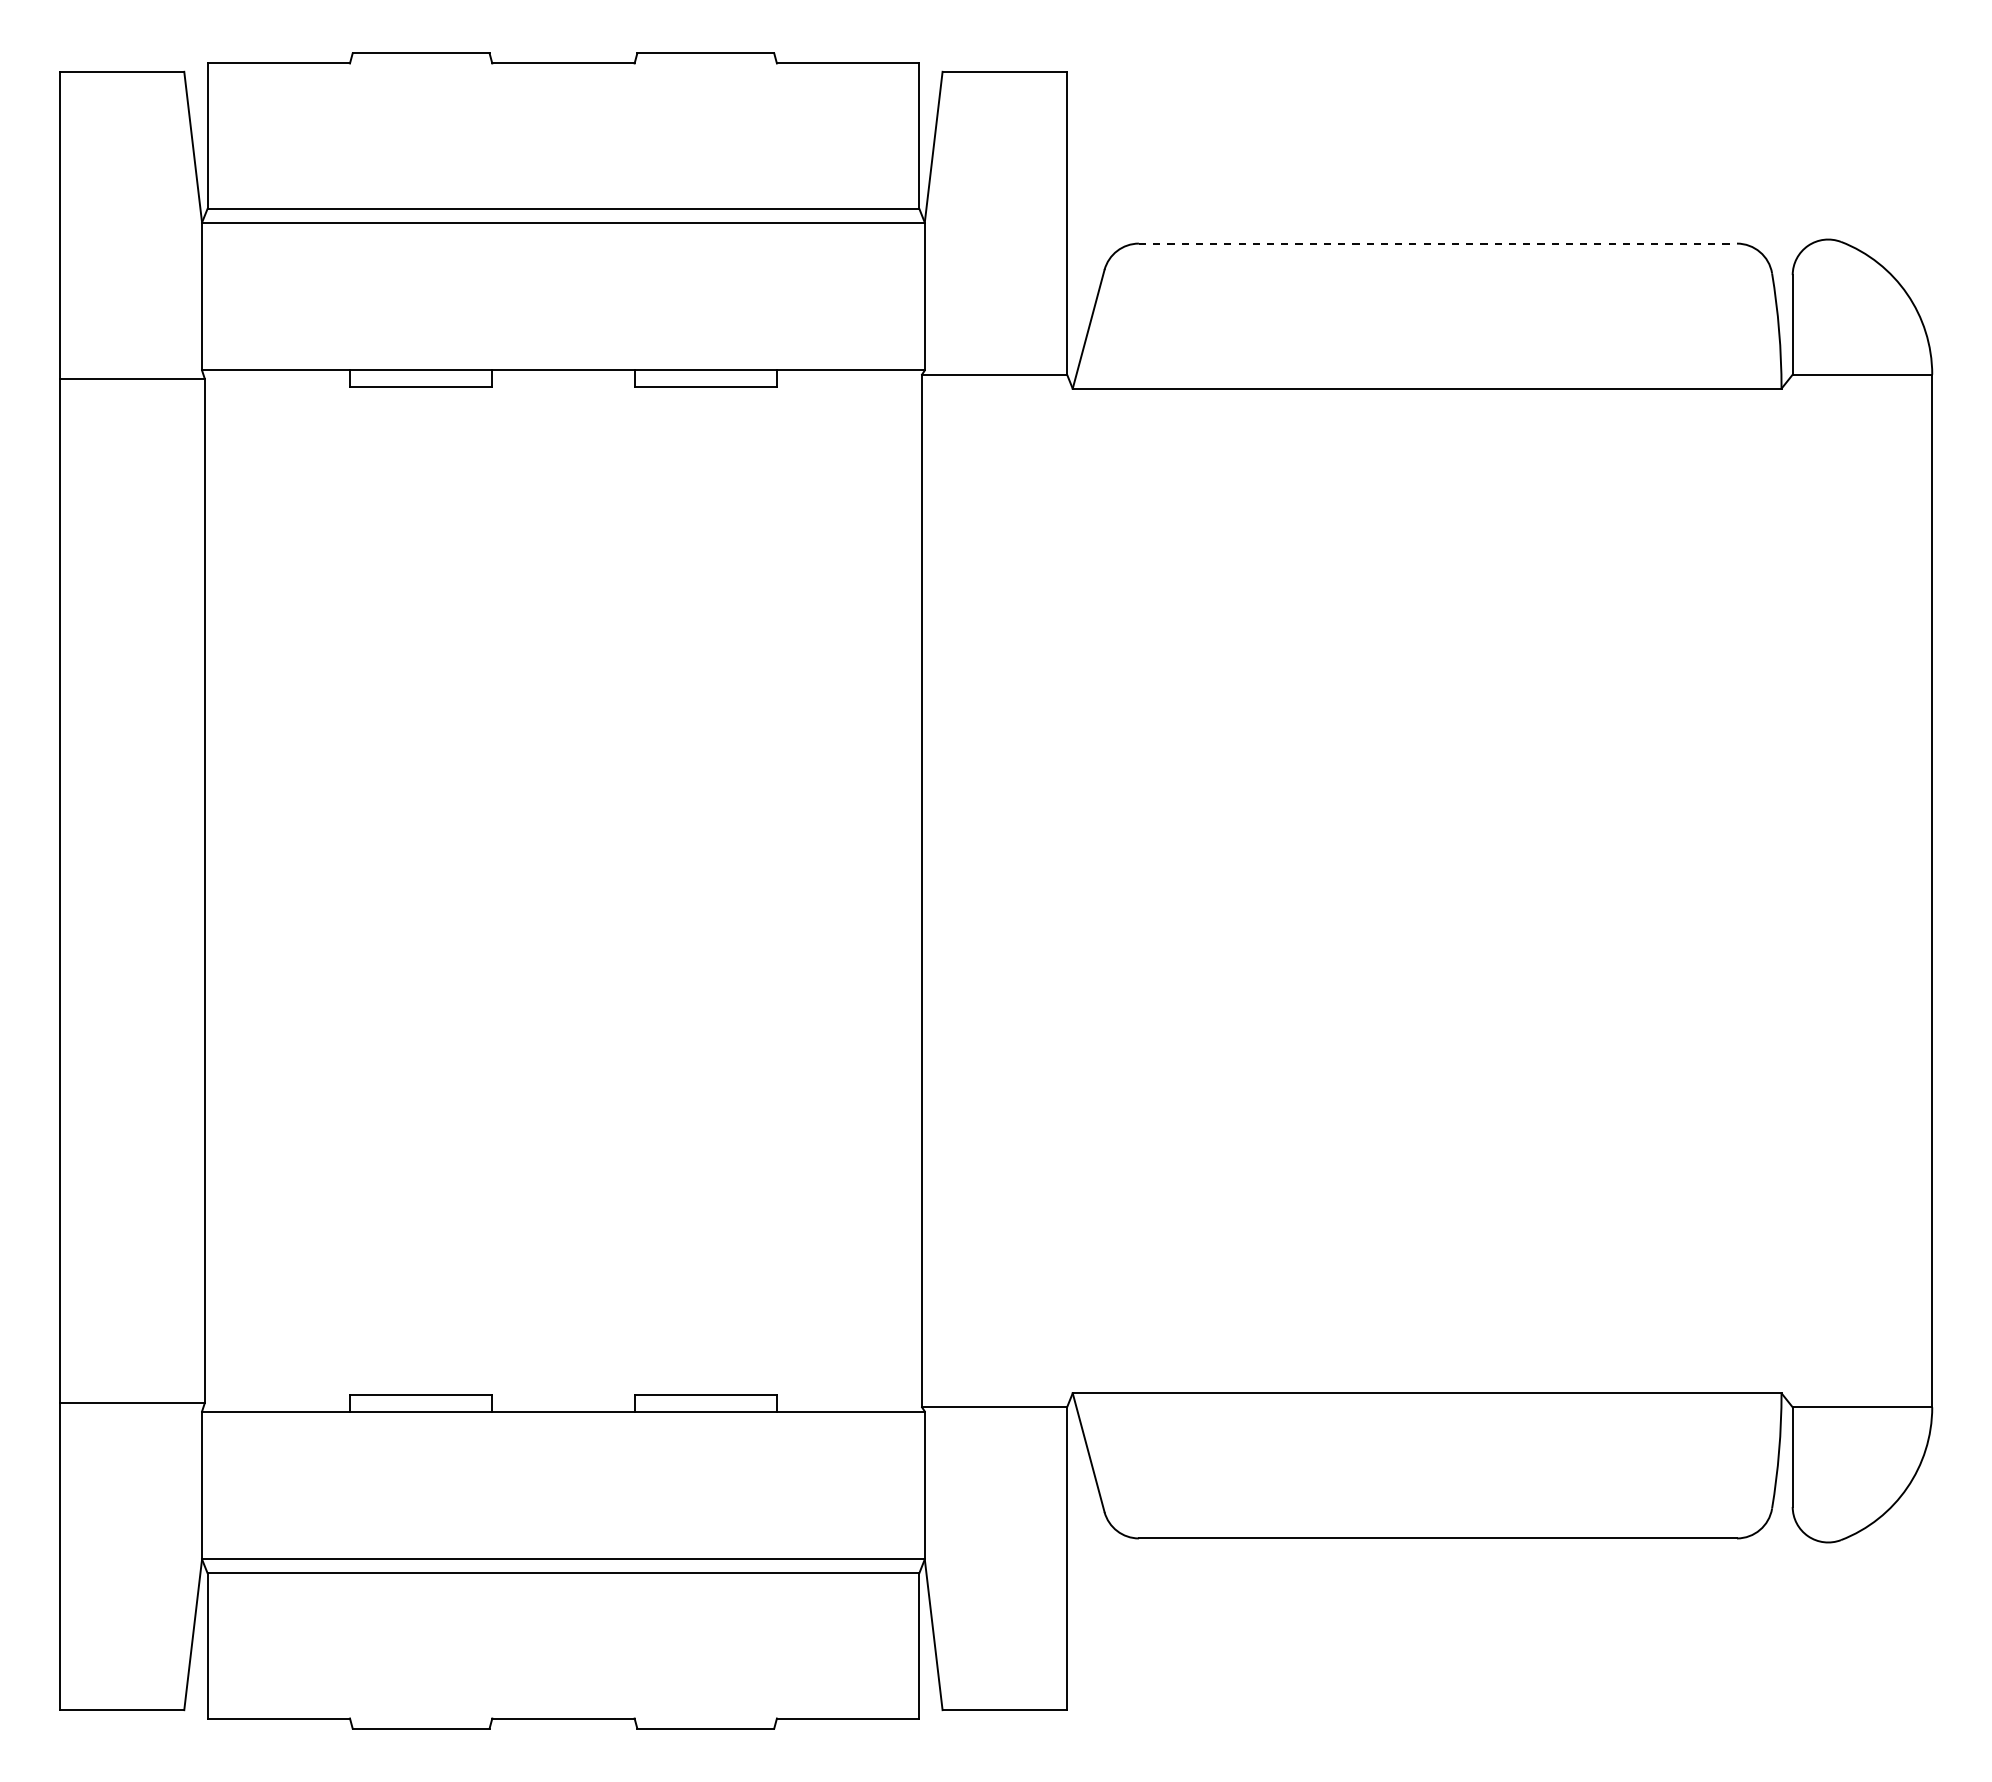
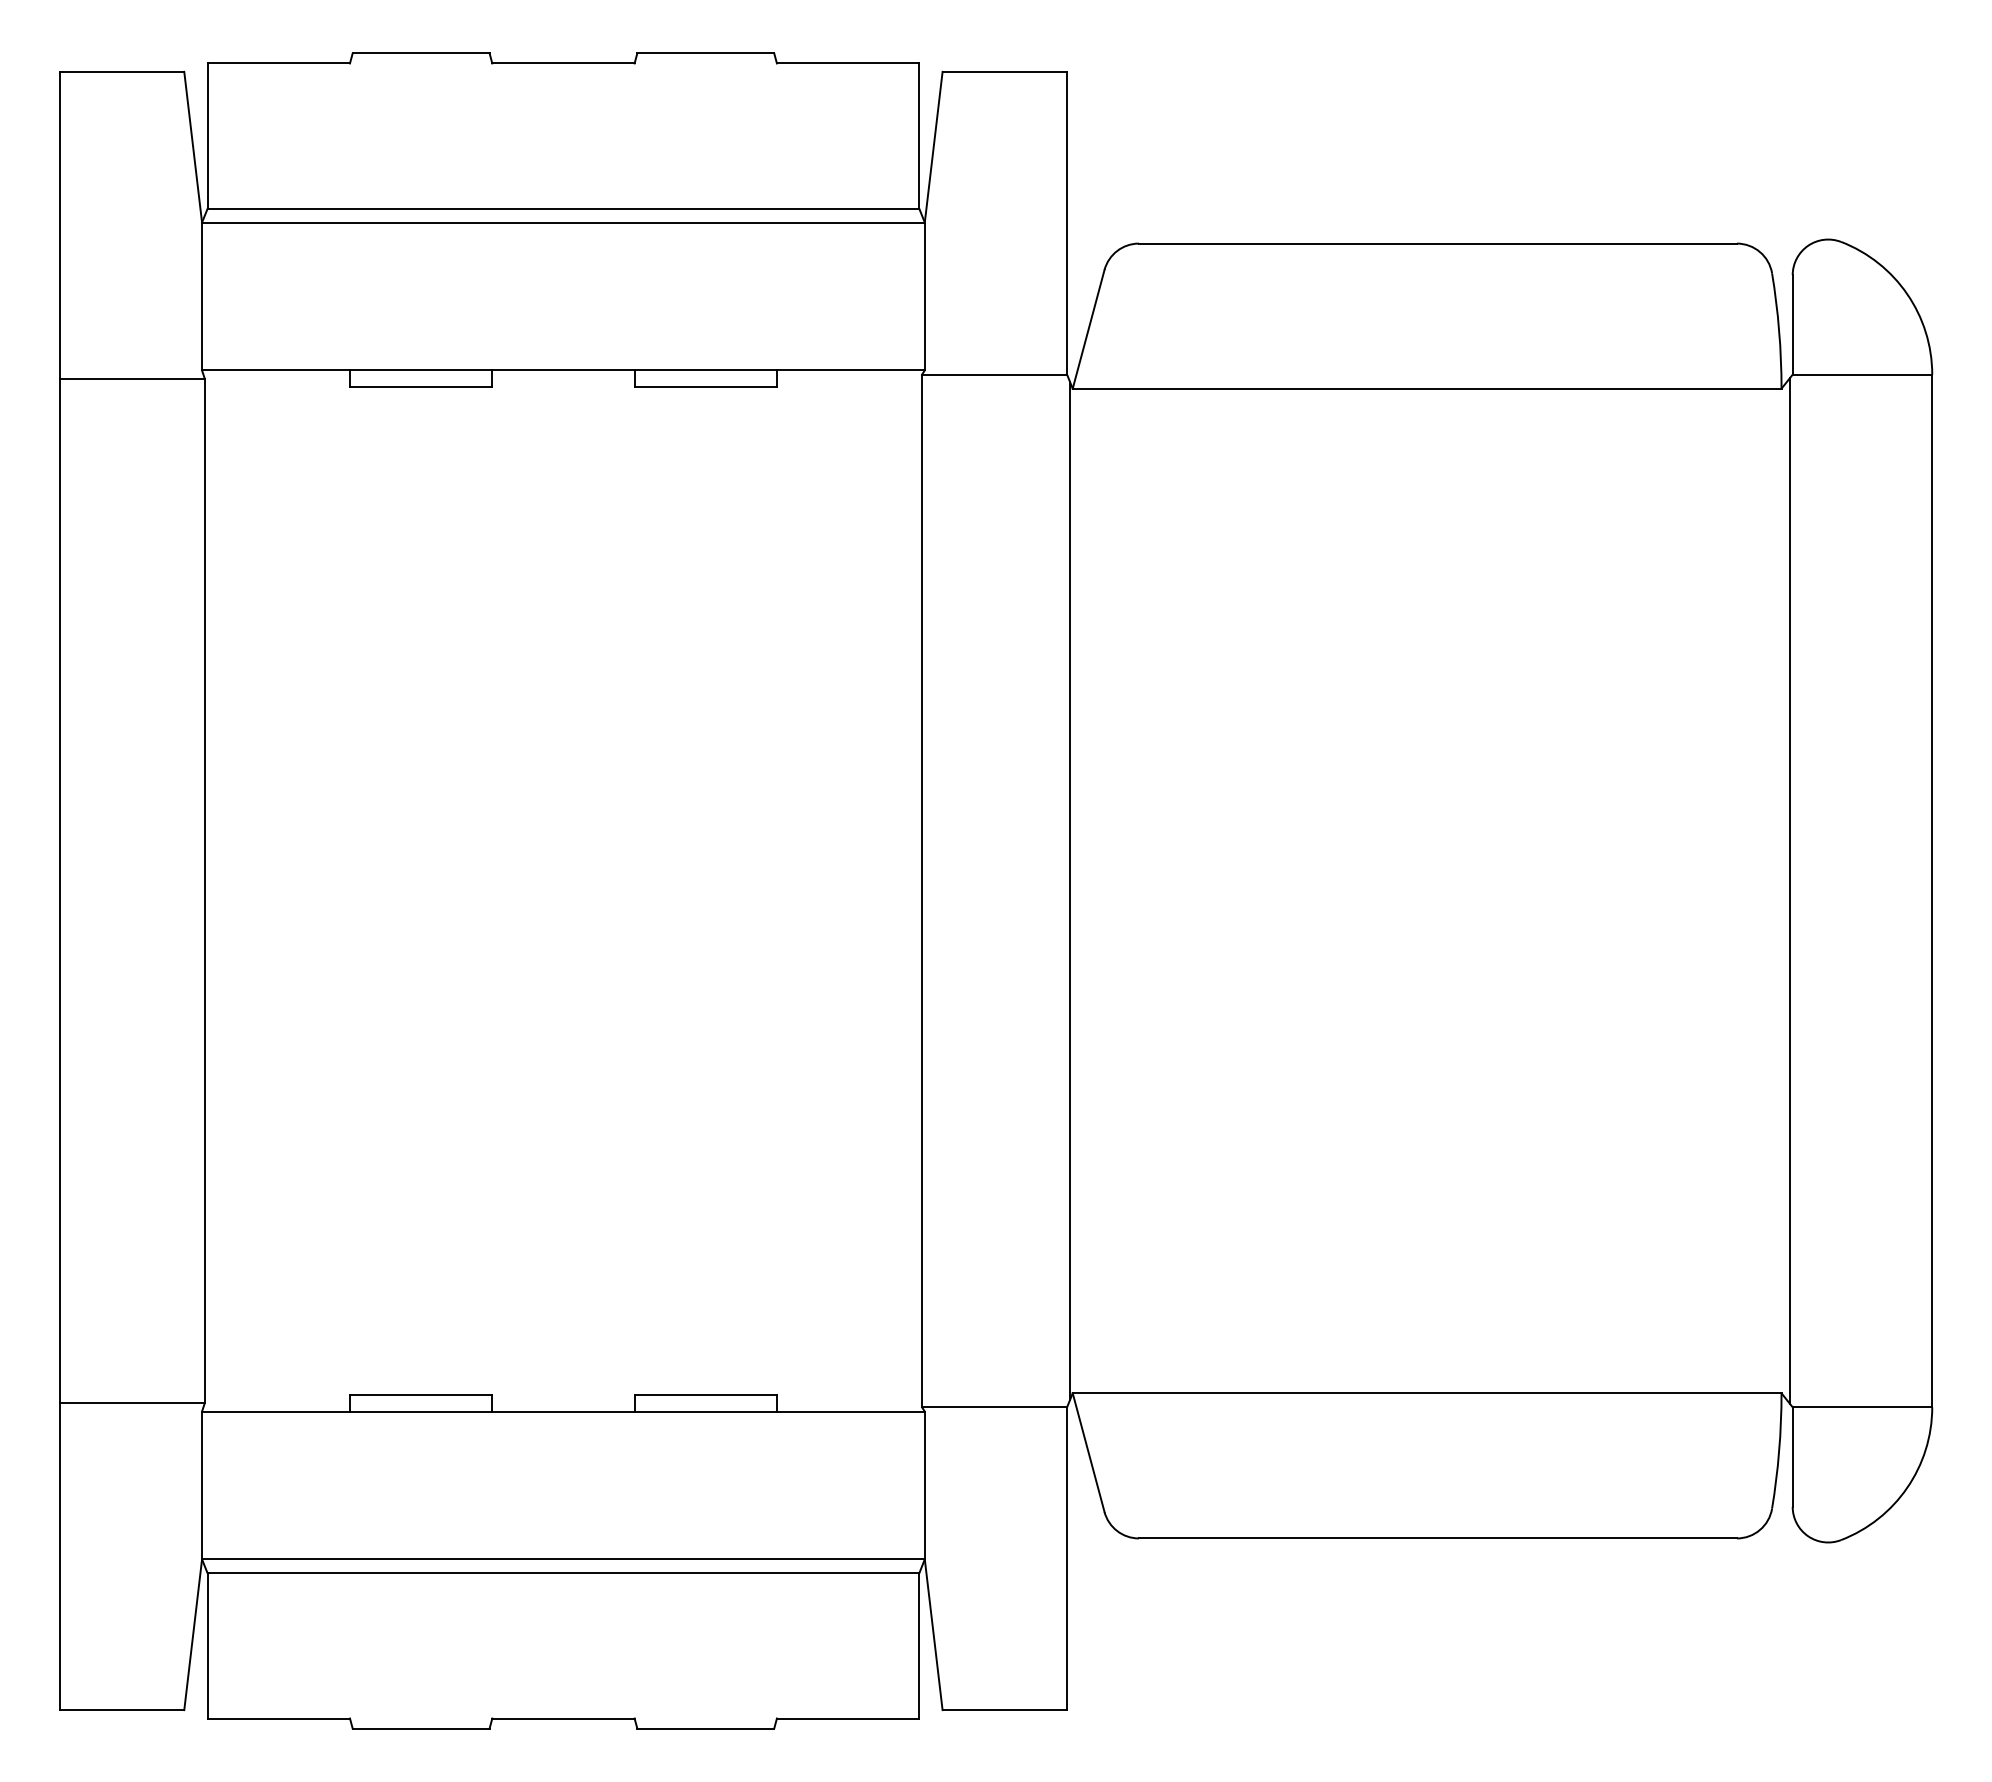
line at (1438, 243): dashed -> solid
line at (1069, 890): none -> present
line at (1789, 890): none -> present
